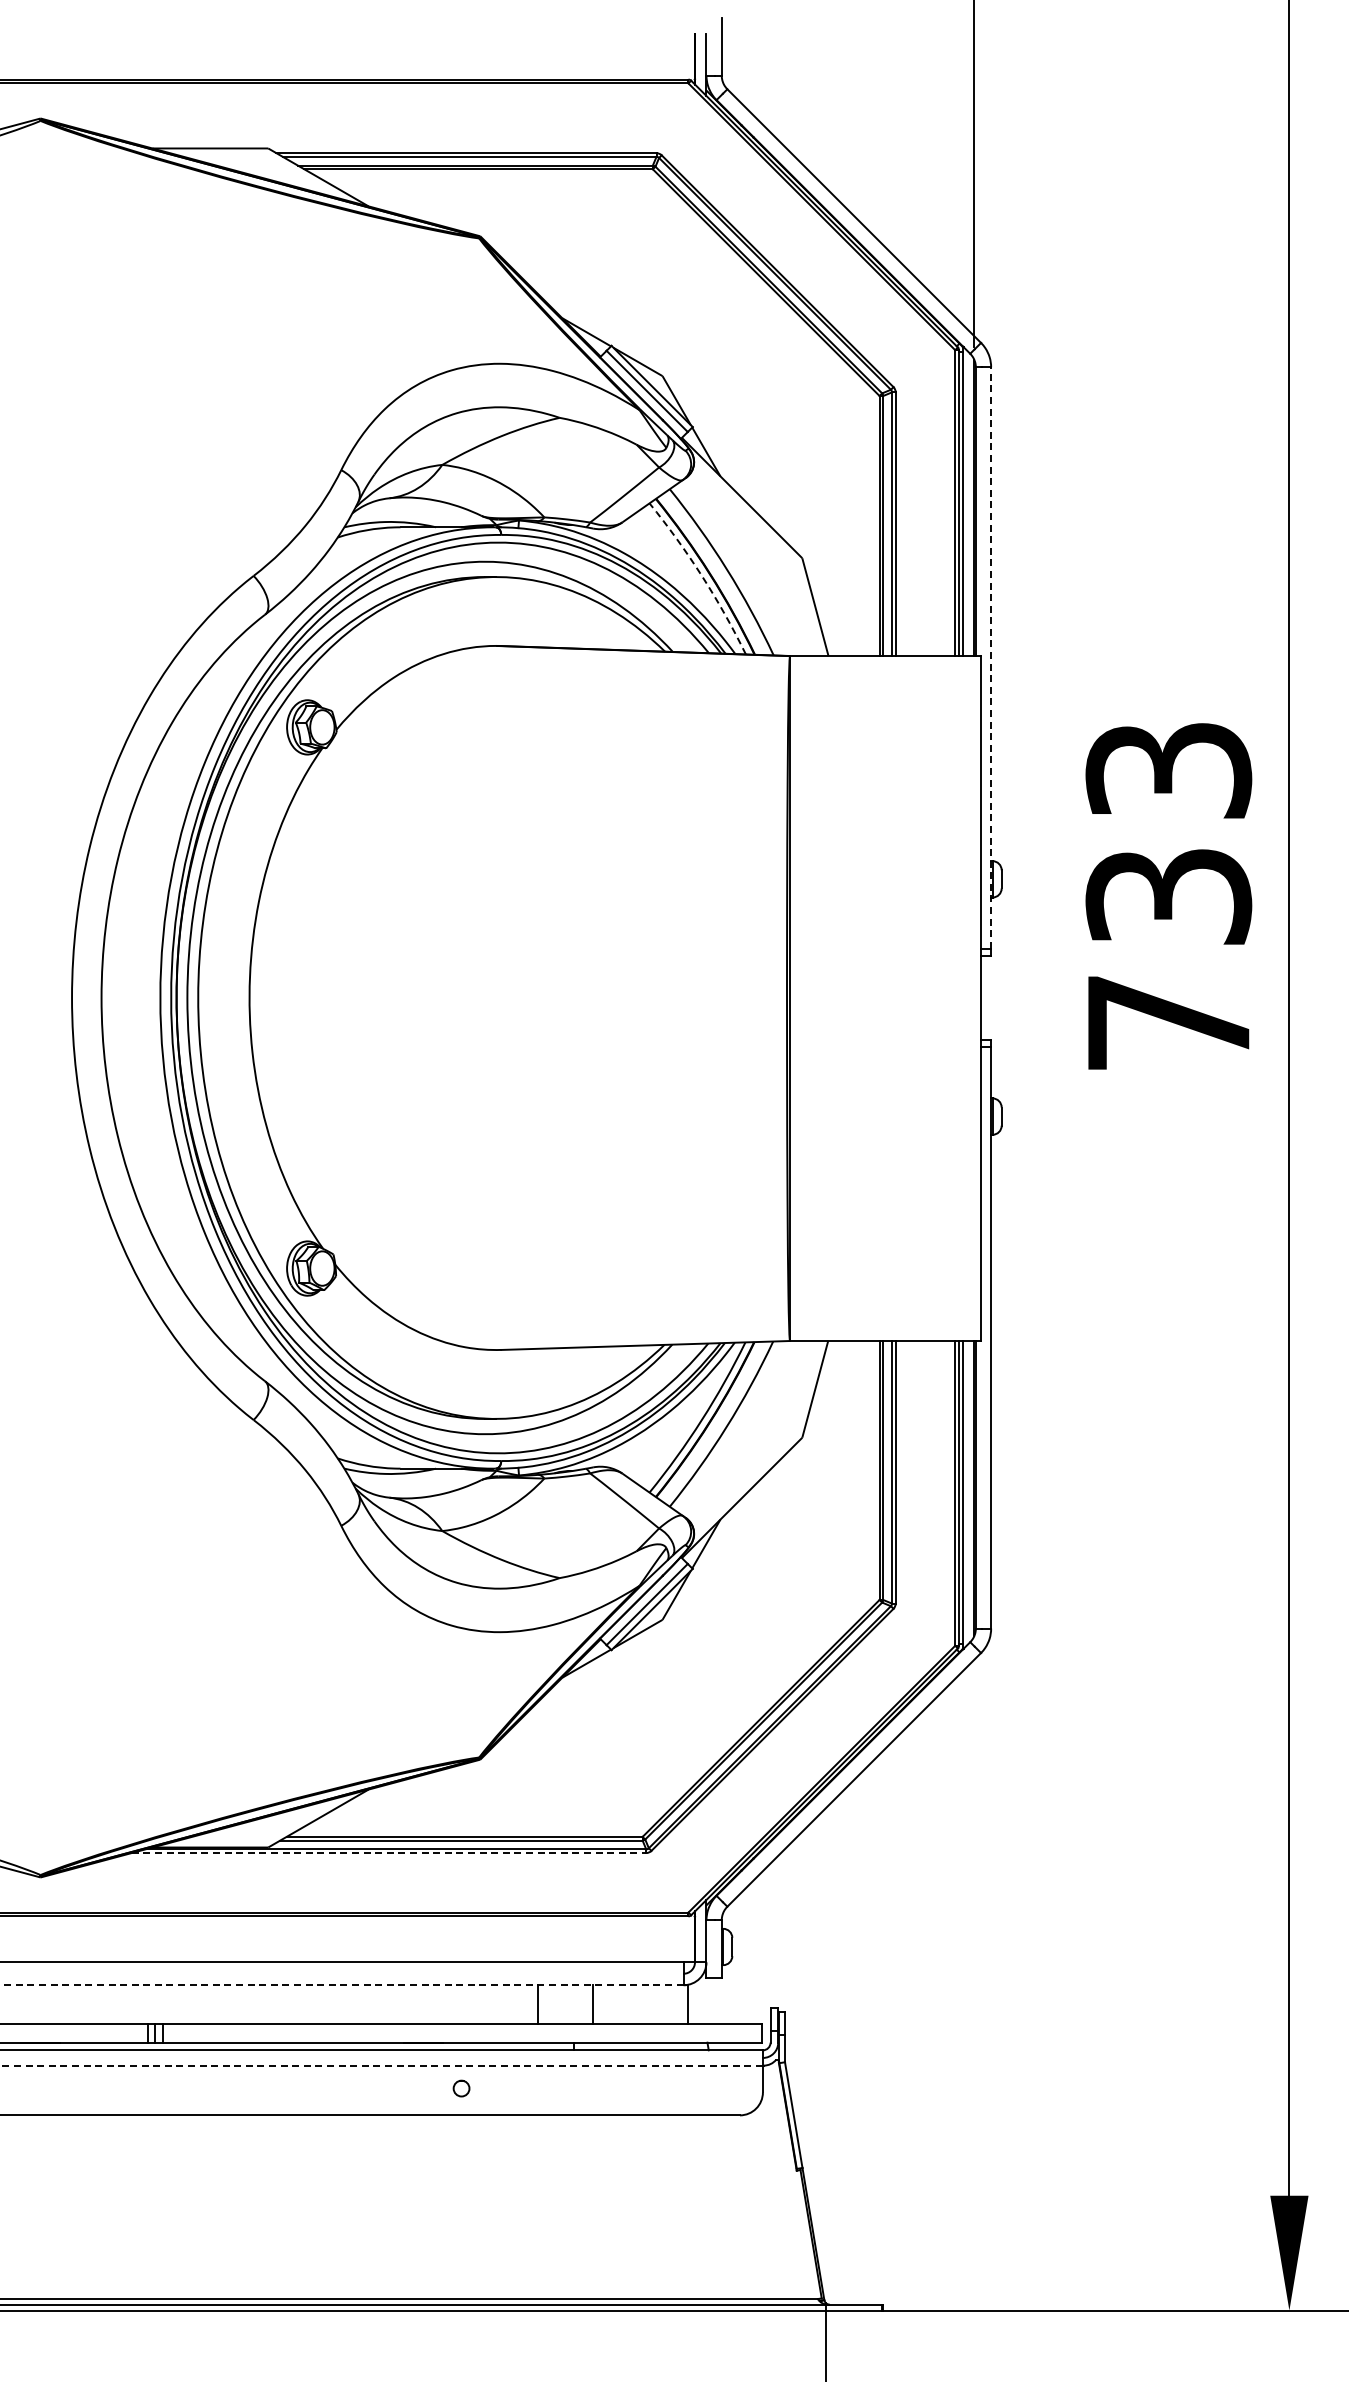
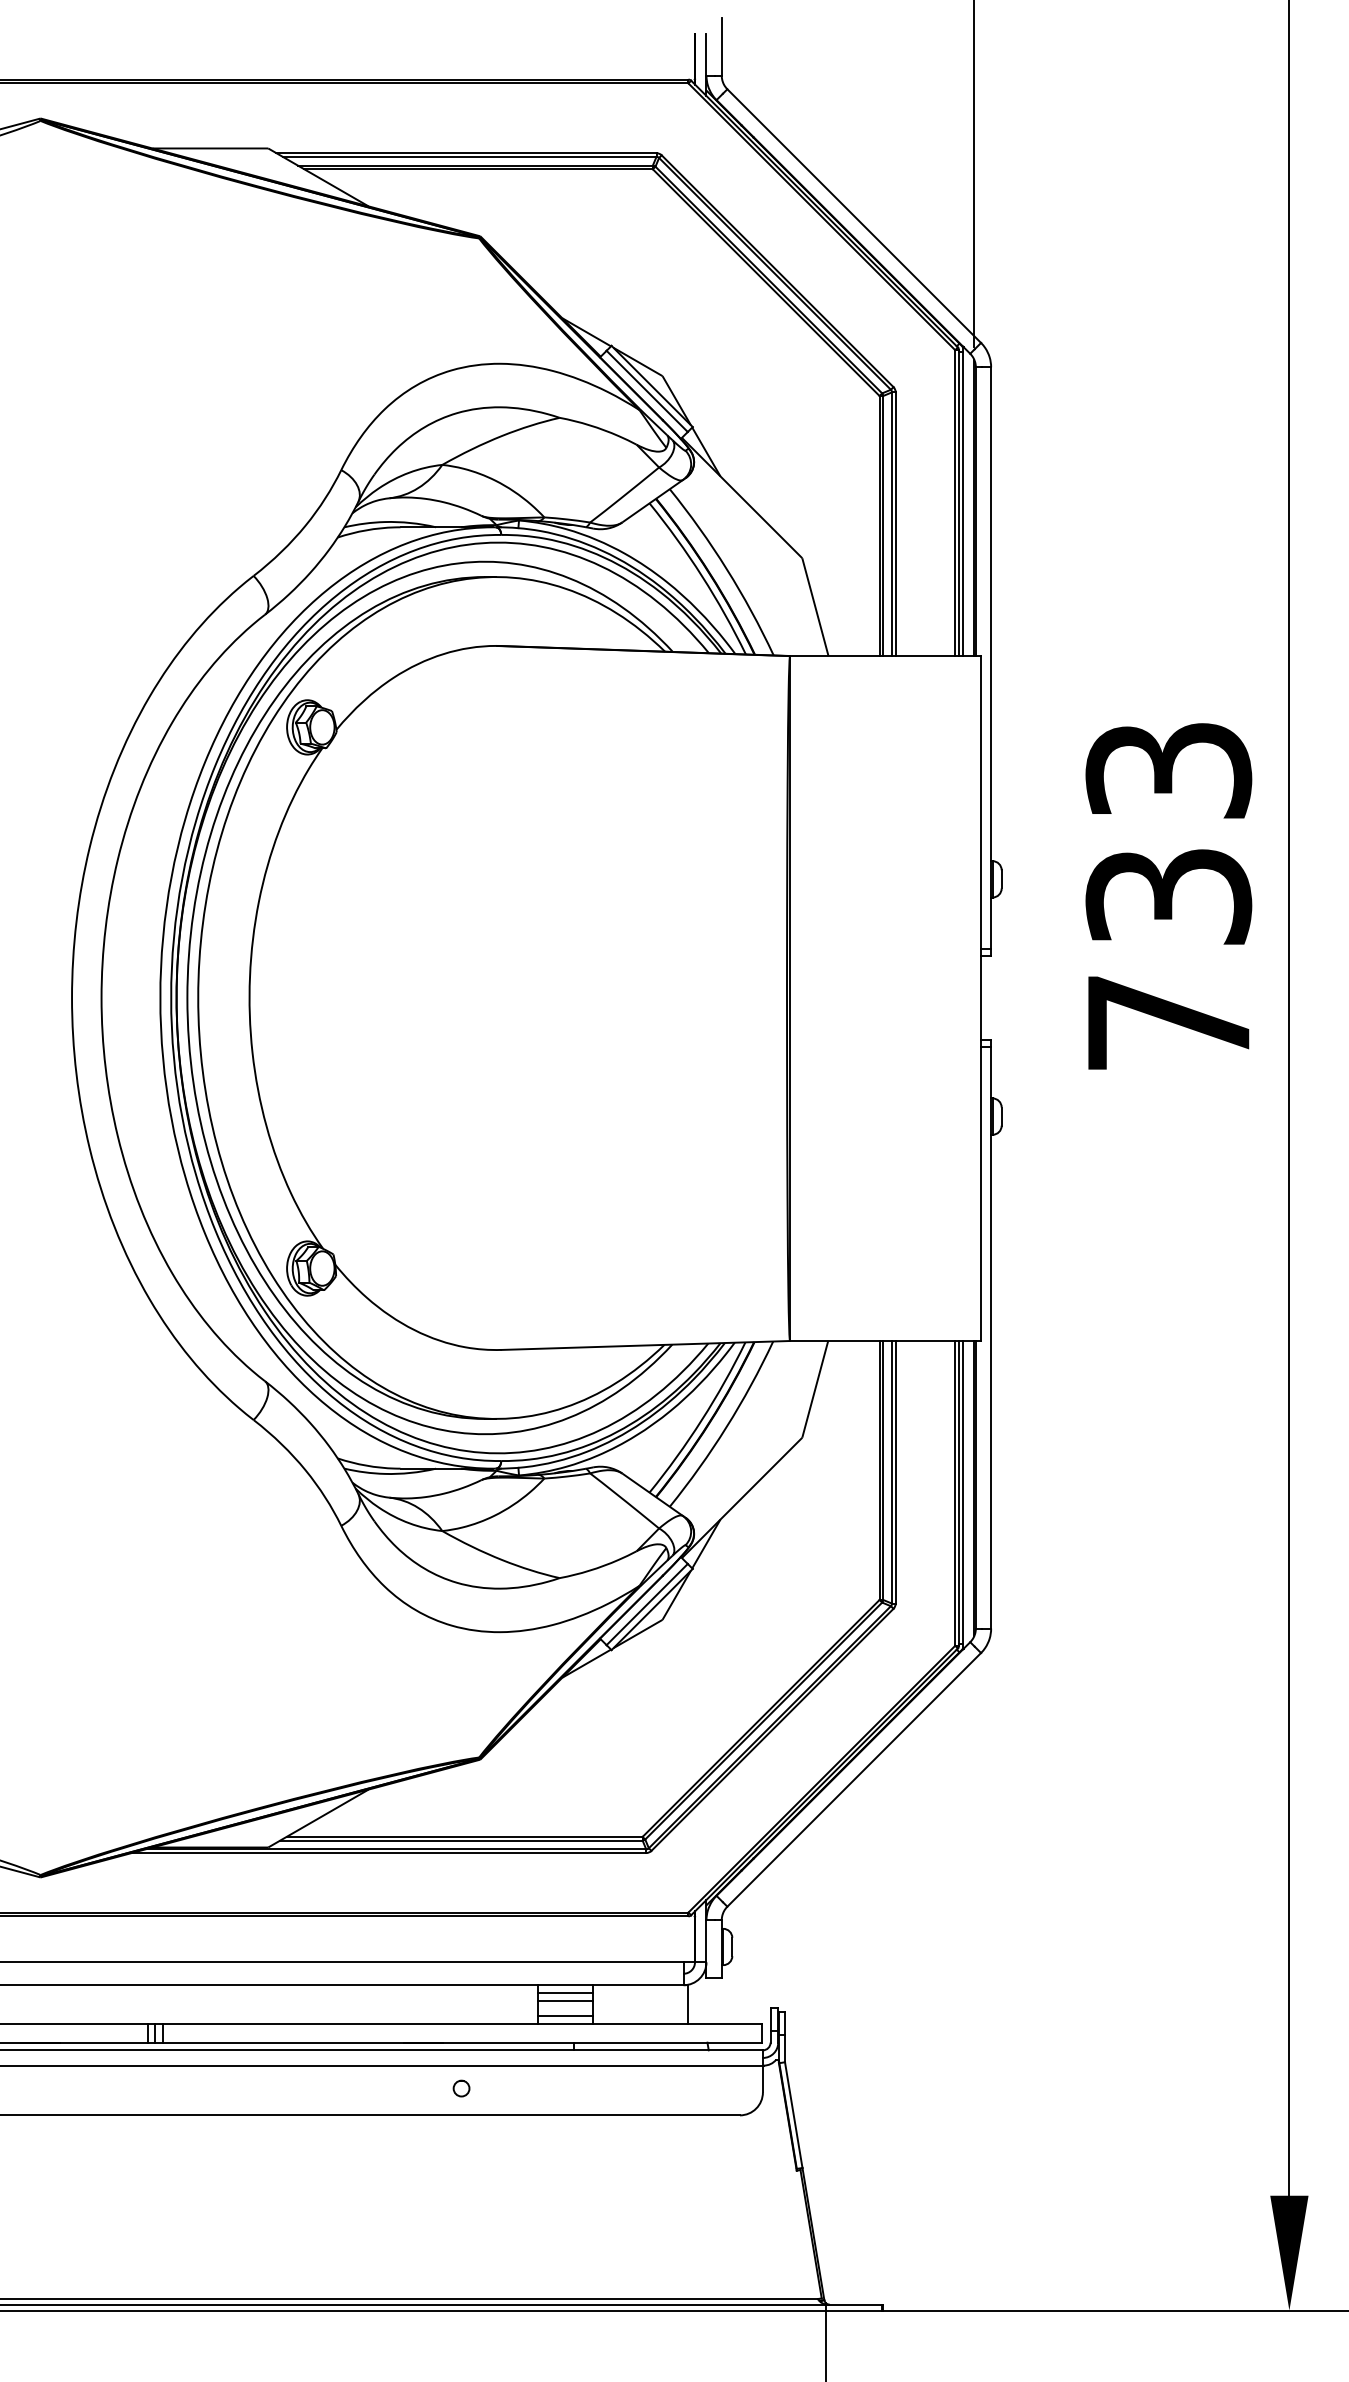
arc at (702, 576): dashed -> solid
line at (991, 658): dashed -> solid
line at (389, 1853): dashed -> solid
line at (341, 1985): dashed -> solid
line at (565, 1992): none -> present
line at (565, 2000): none -> present
line at (565, 2015): none -> present
line at (381, 2065): dashed -> solid
